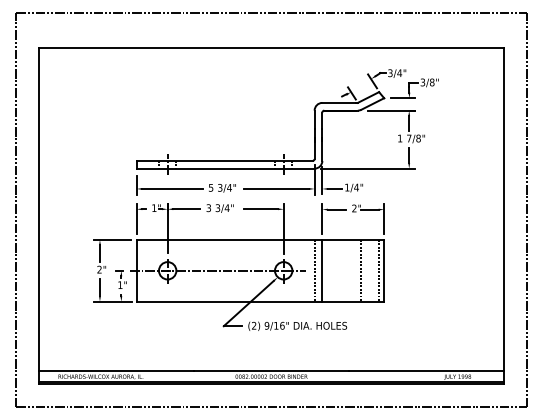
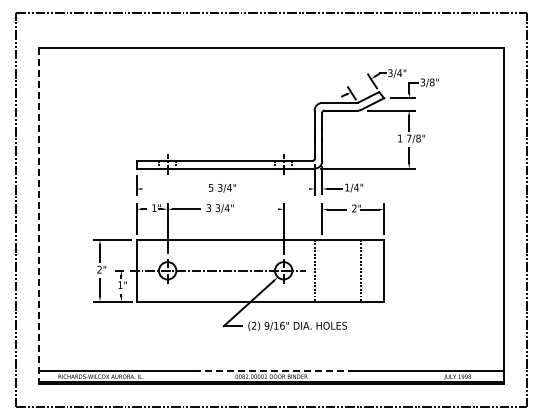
line at (172, 188): present -> none
line at (276, 188): present -> none
line at (261, 209): present -> none
line at (39, 216): solid -> dashed
line at (322, 270): present -> none
line at (379, 270): present -> none
line at (271, 370): solid -> dashed
